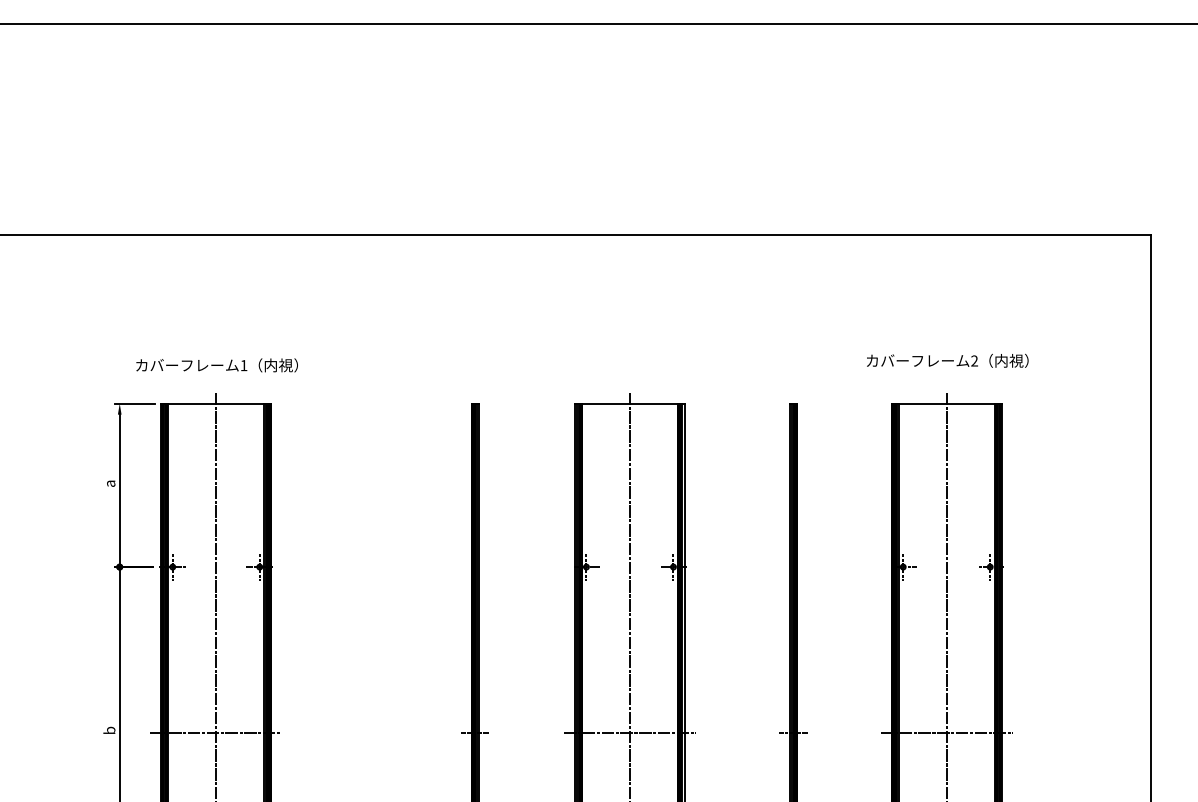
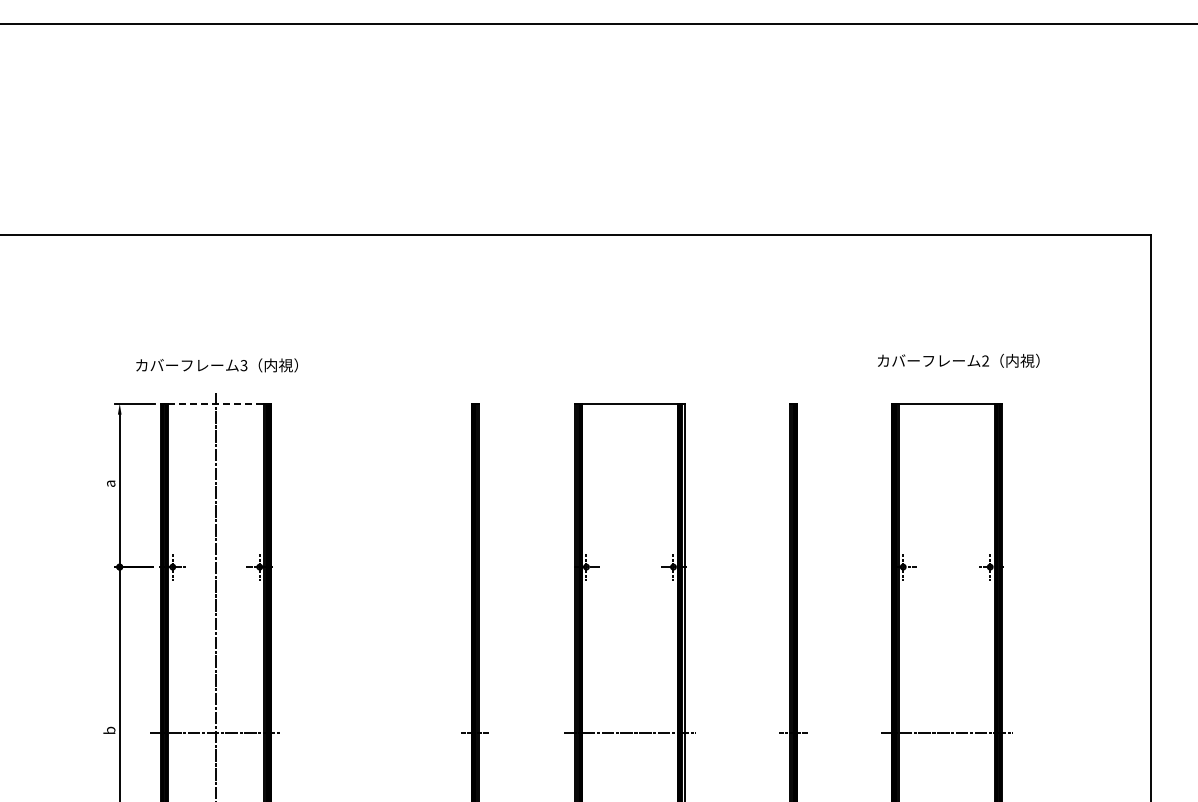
text at (947, 360) position: (947, 360) -> (958, 360)
text at (243, 365): 1 -> 3
line at (216, 403): solid -> dashed
line at (629, 595): present -> none
line at (946, 595): present -> none
